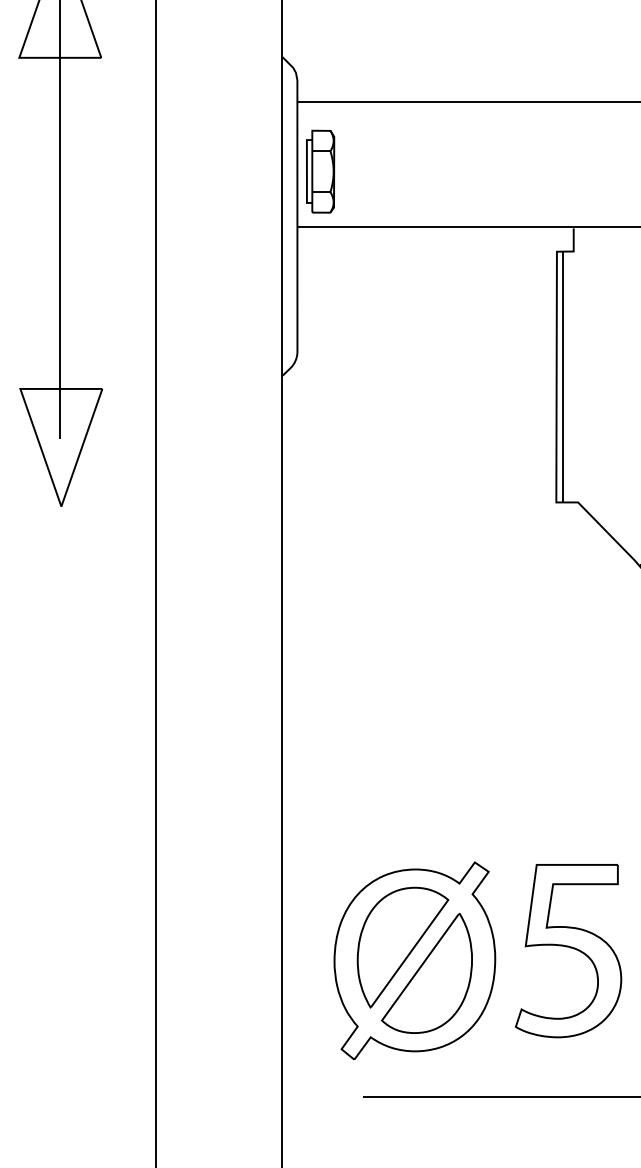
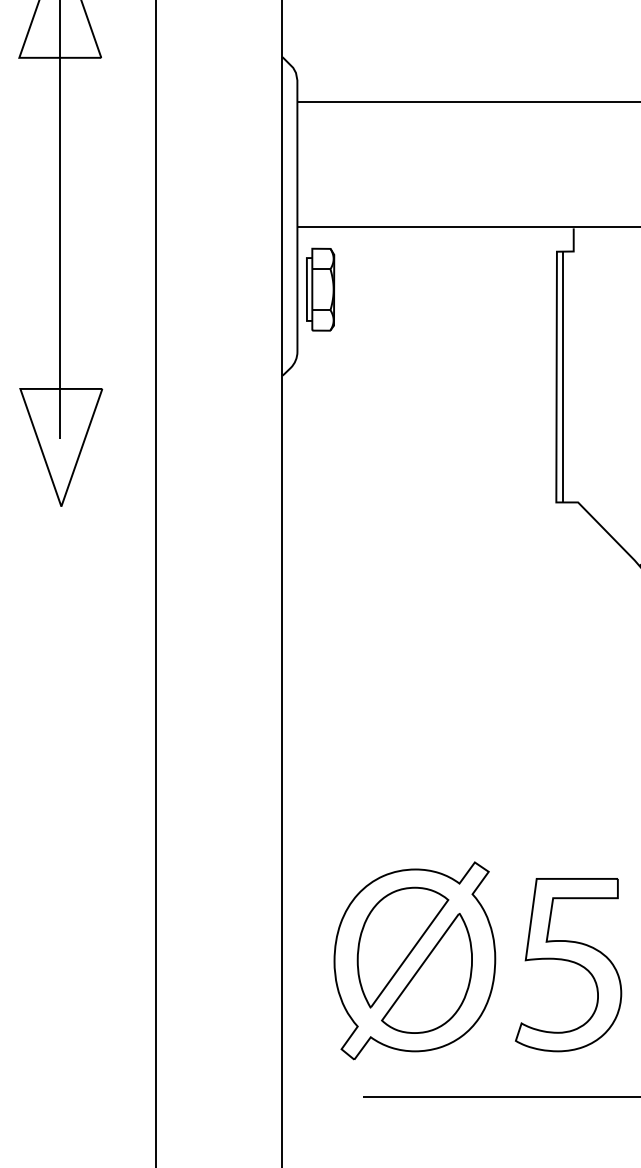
part at (320, 171) position: (320, 171) -> (320, 289)
part at (568, 951) position: (568, 951) -> (568, 965)
